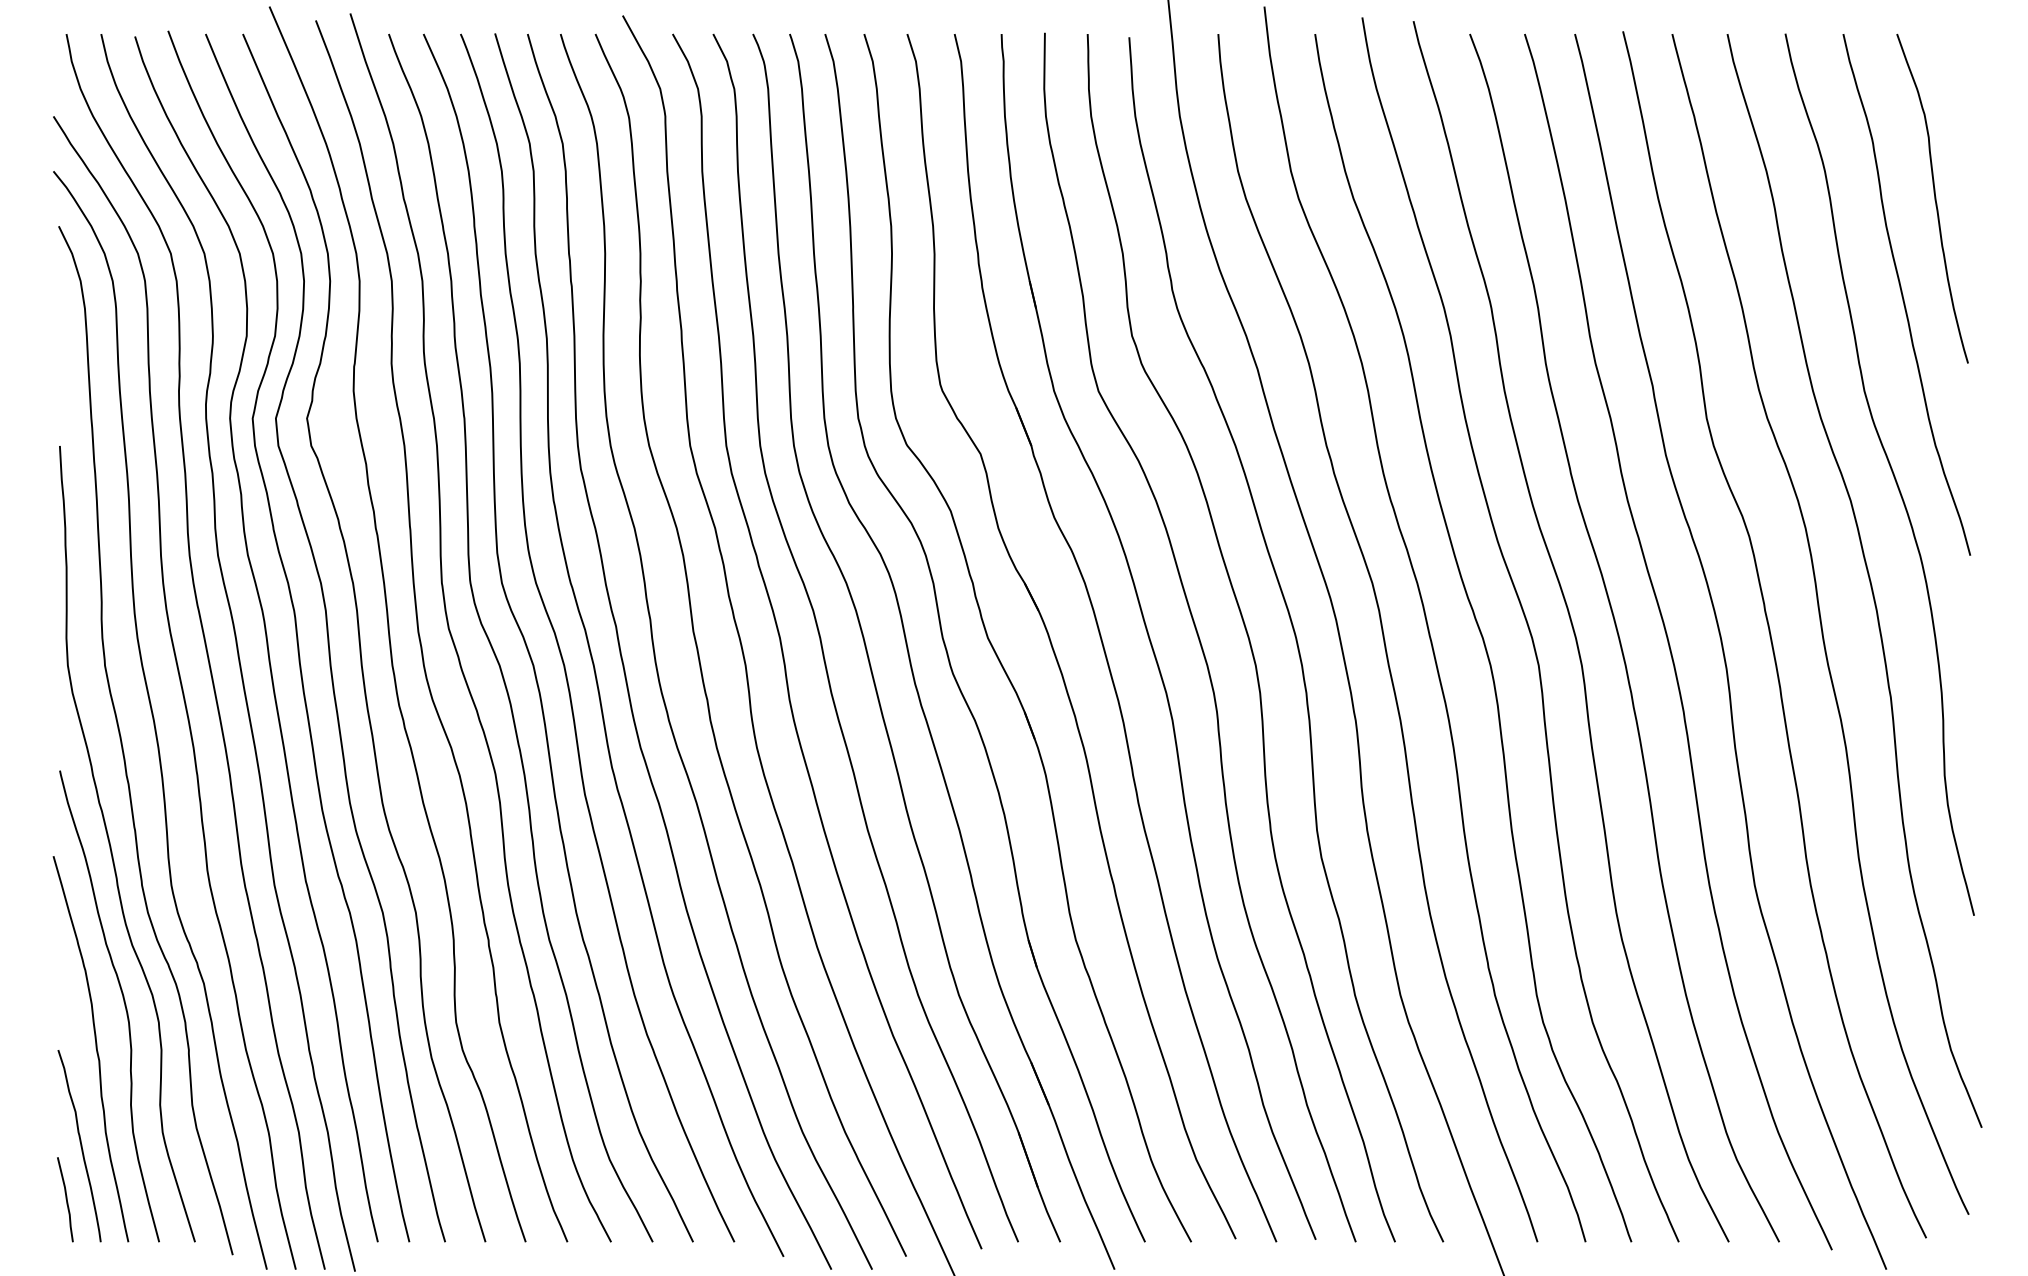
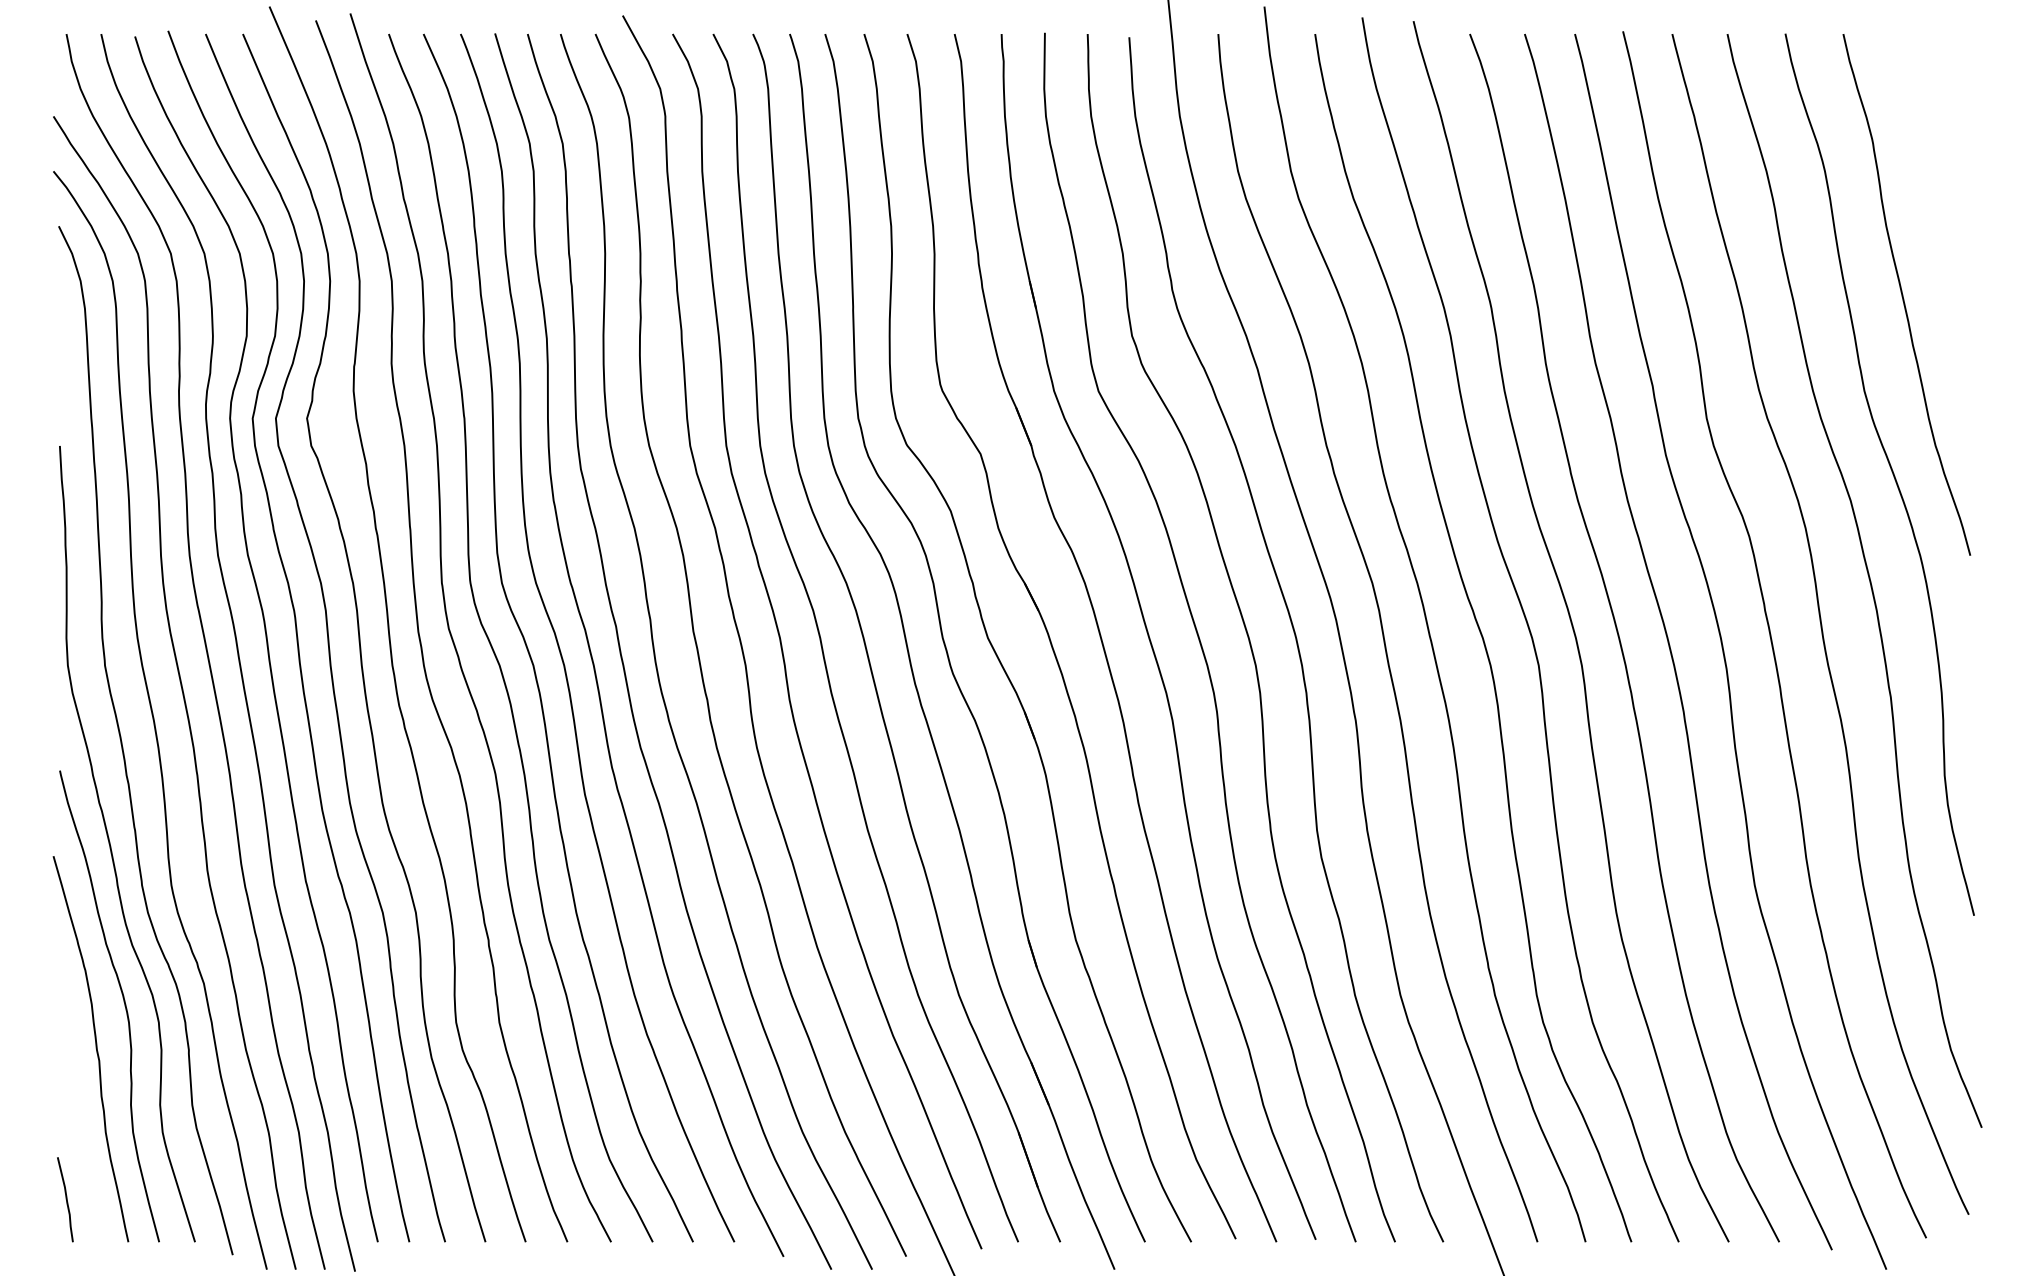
curve at (1934, 198): present -> none
curve at (80, 1146): present -> none
